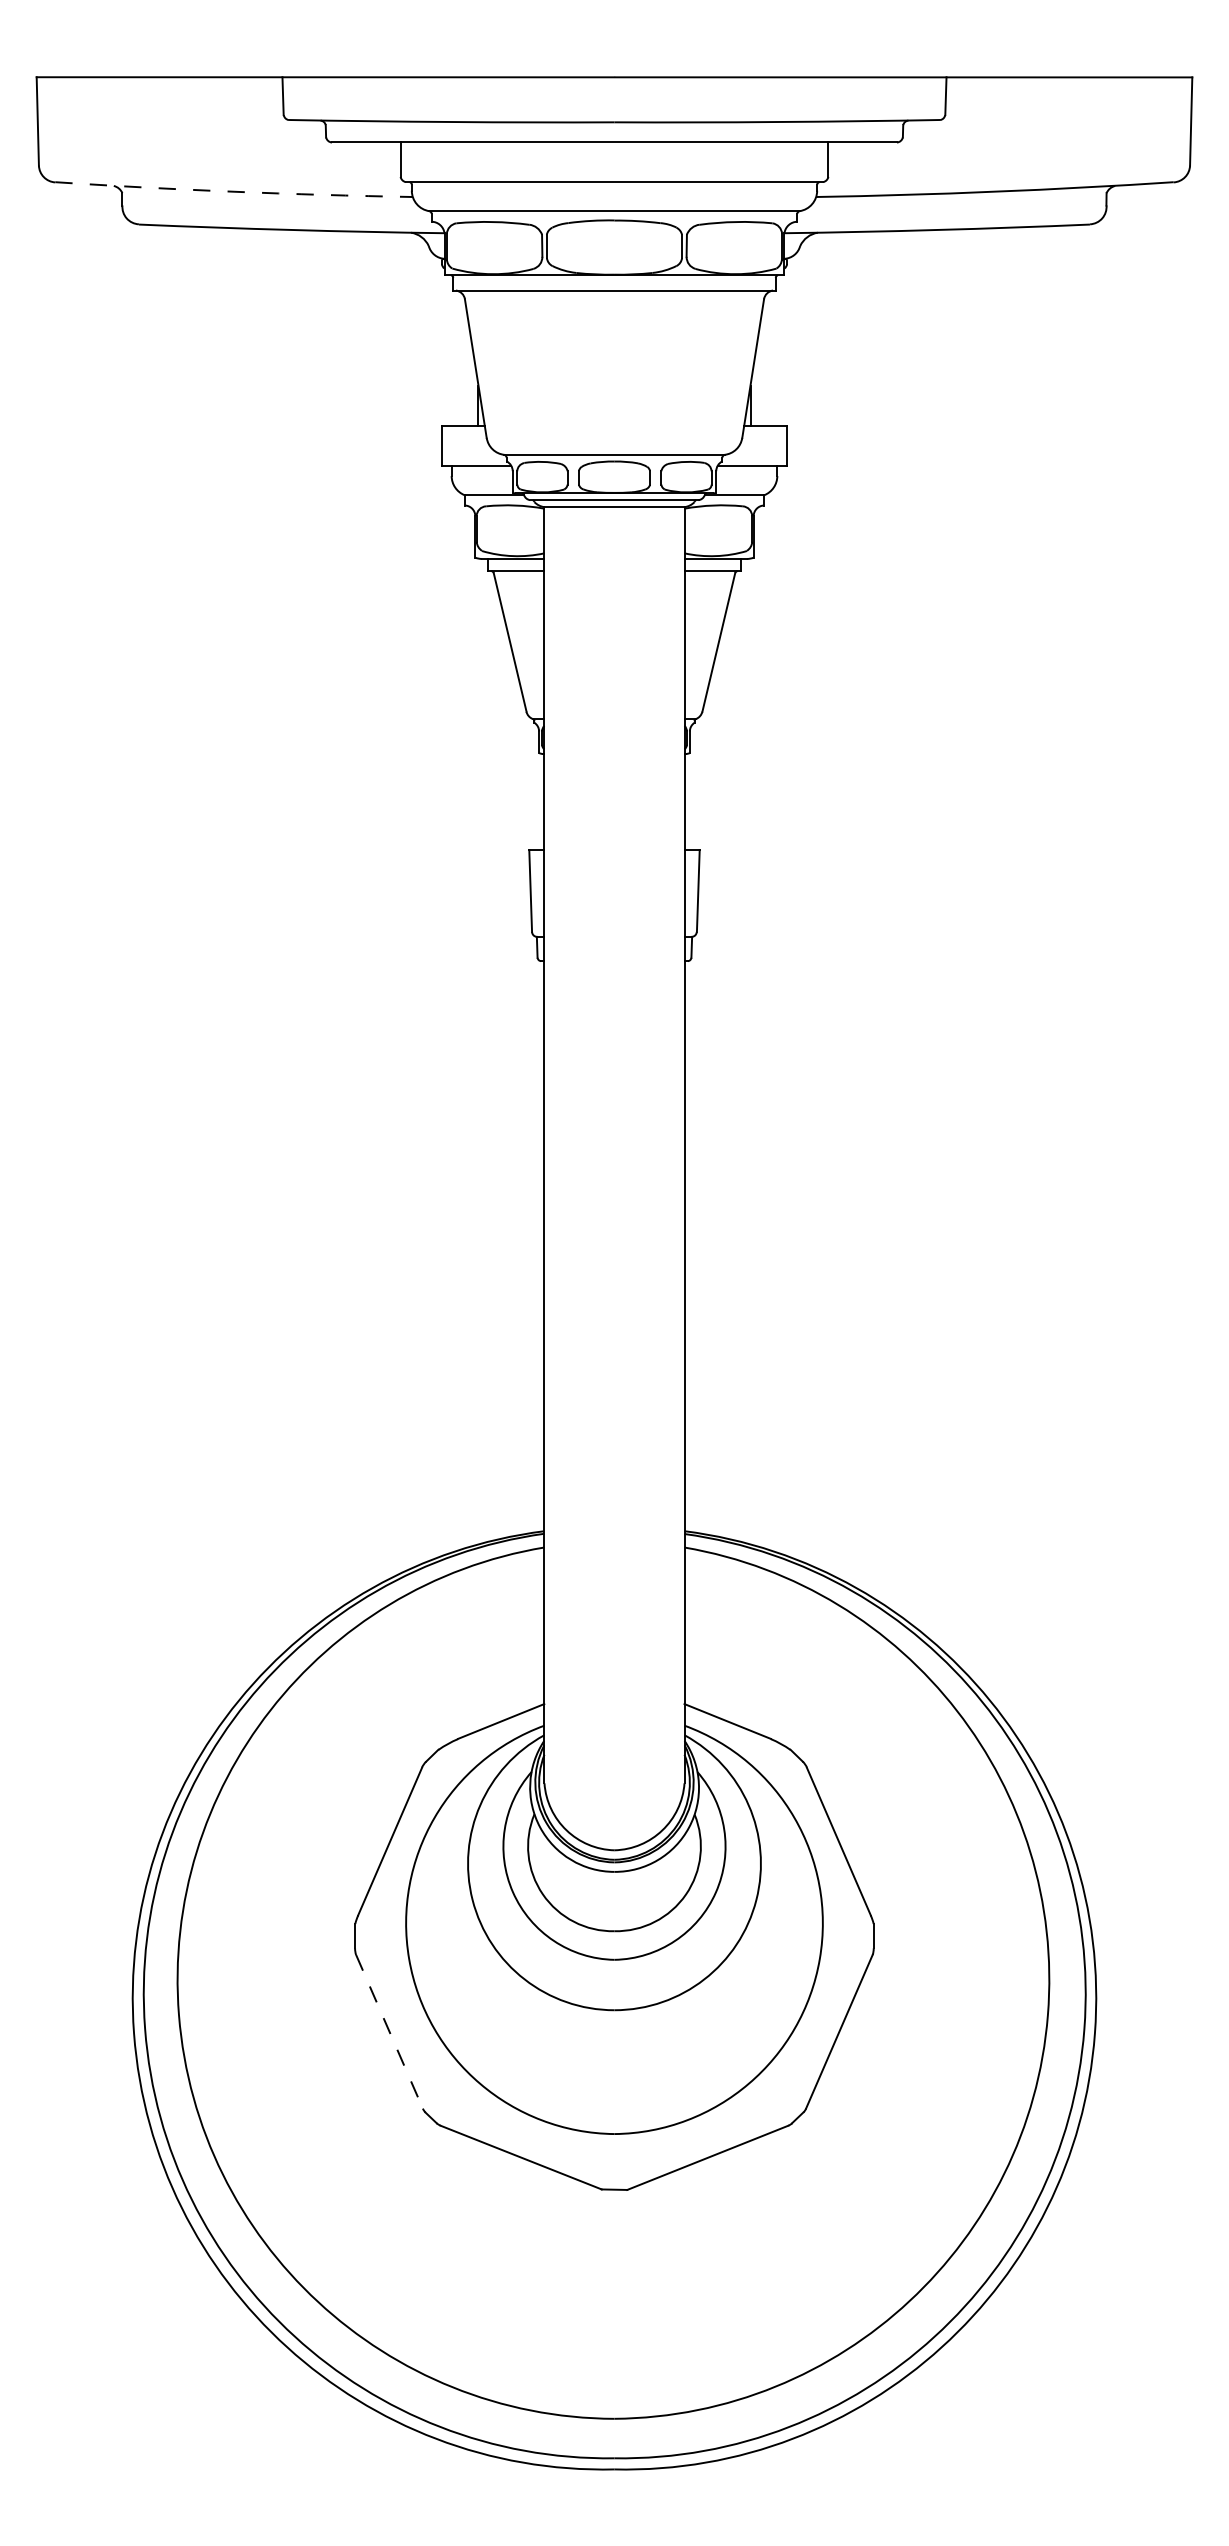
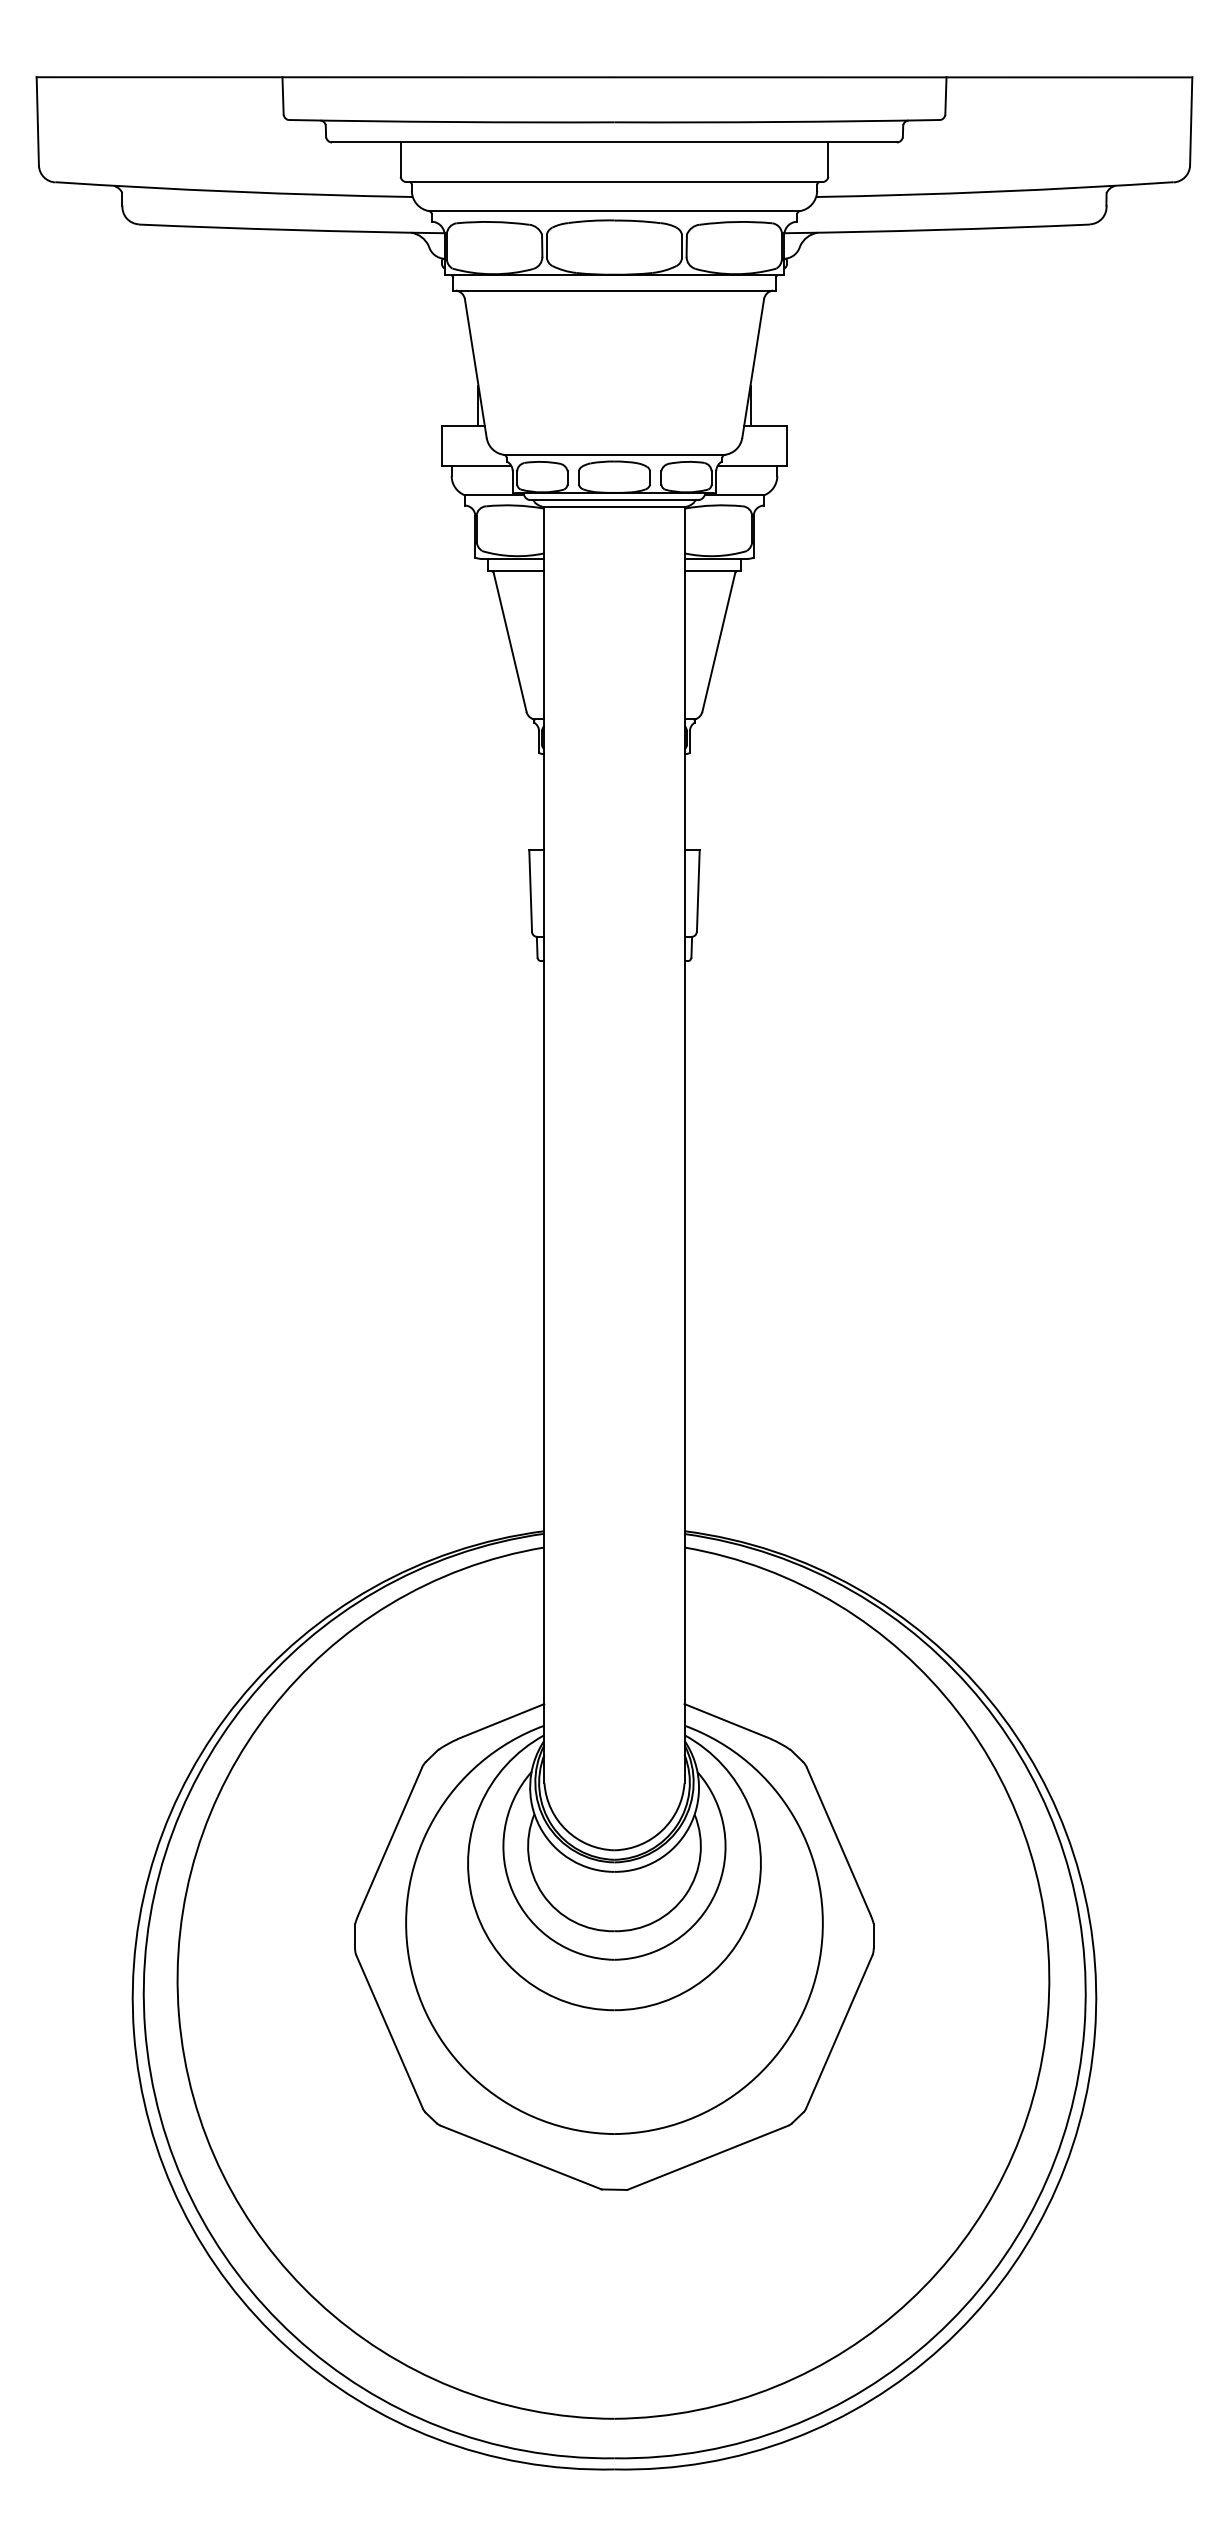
arc at (234, 191): dashed -> solid
line at (389, 2031): dashed -> solid
